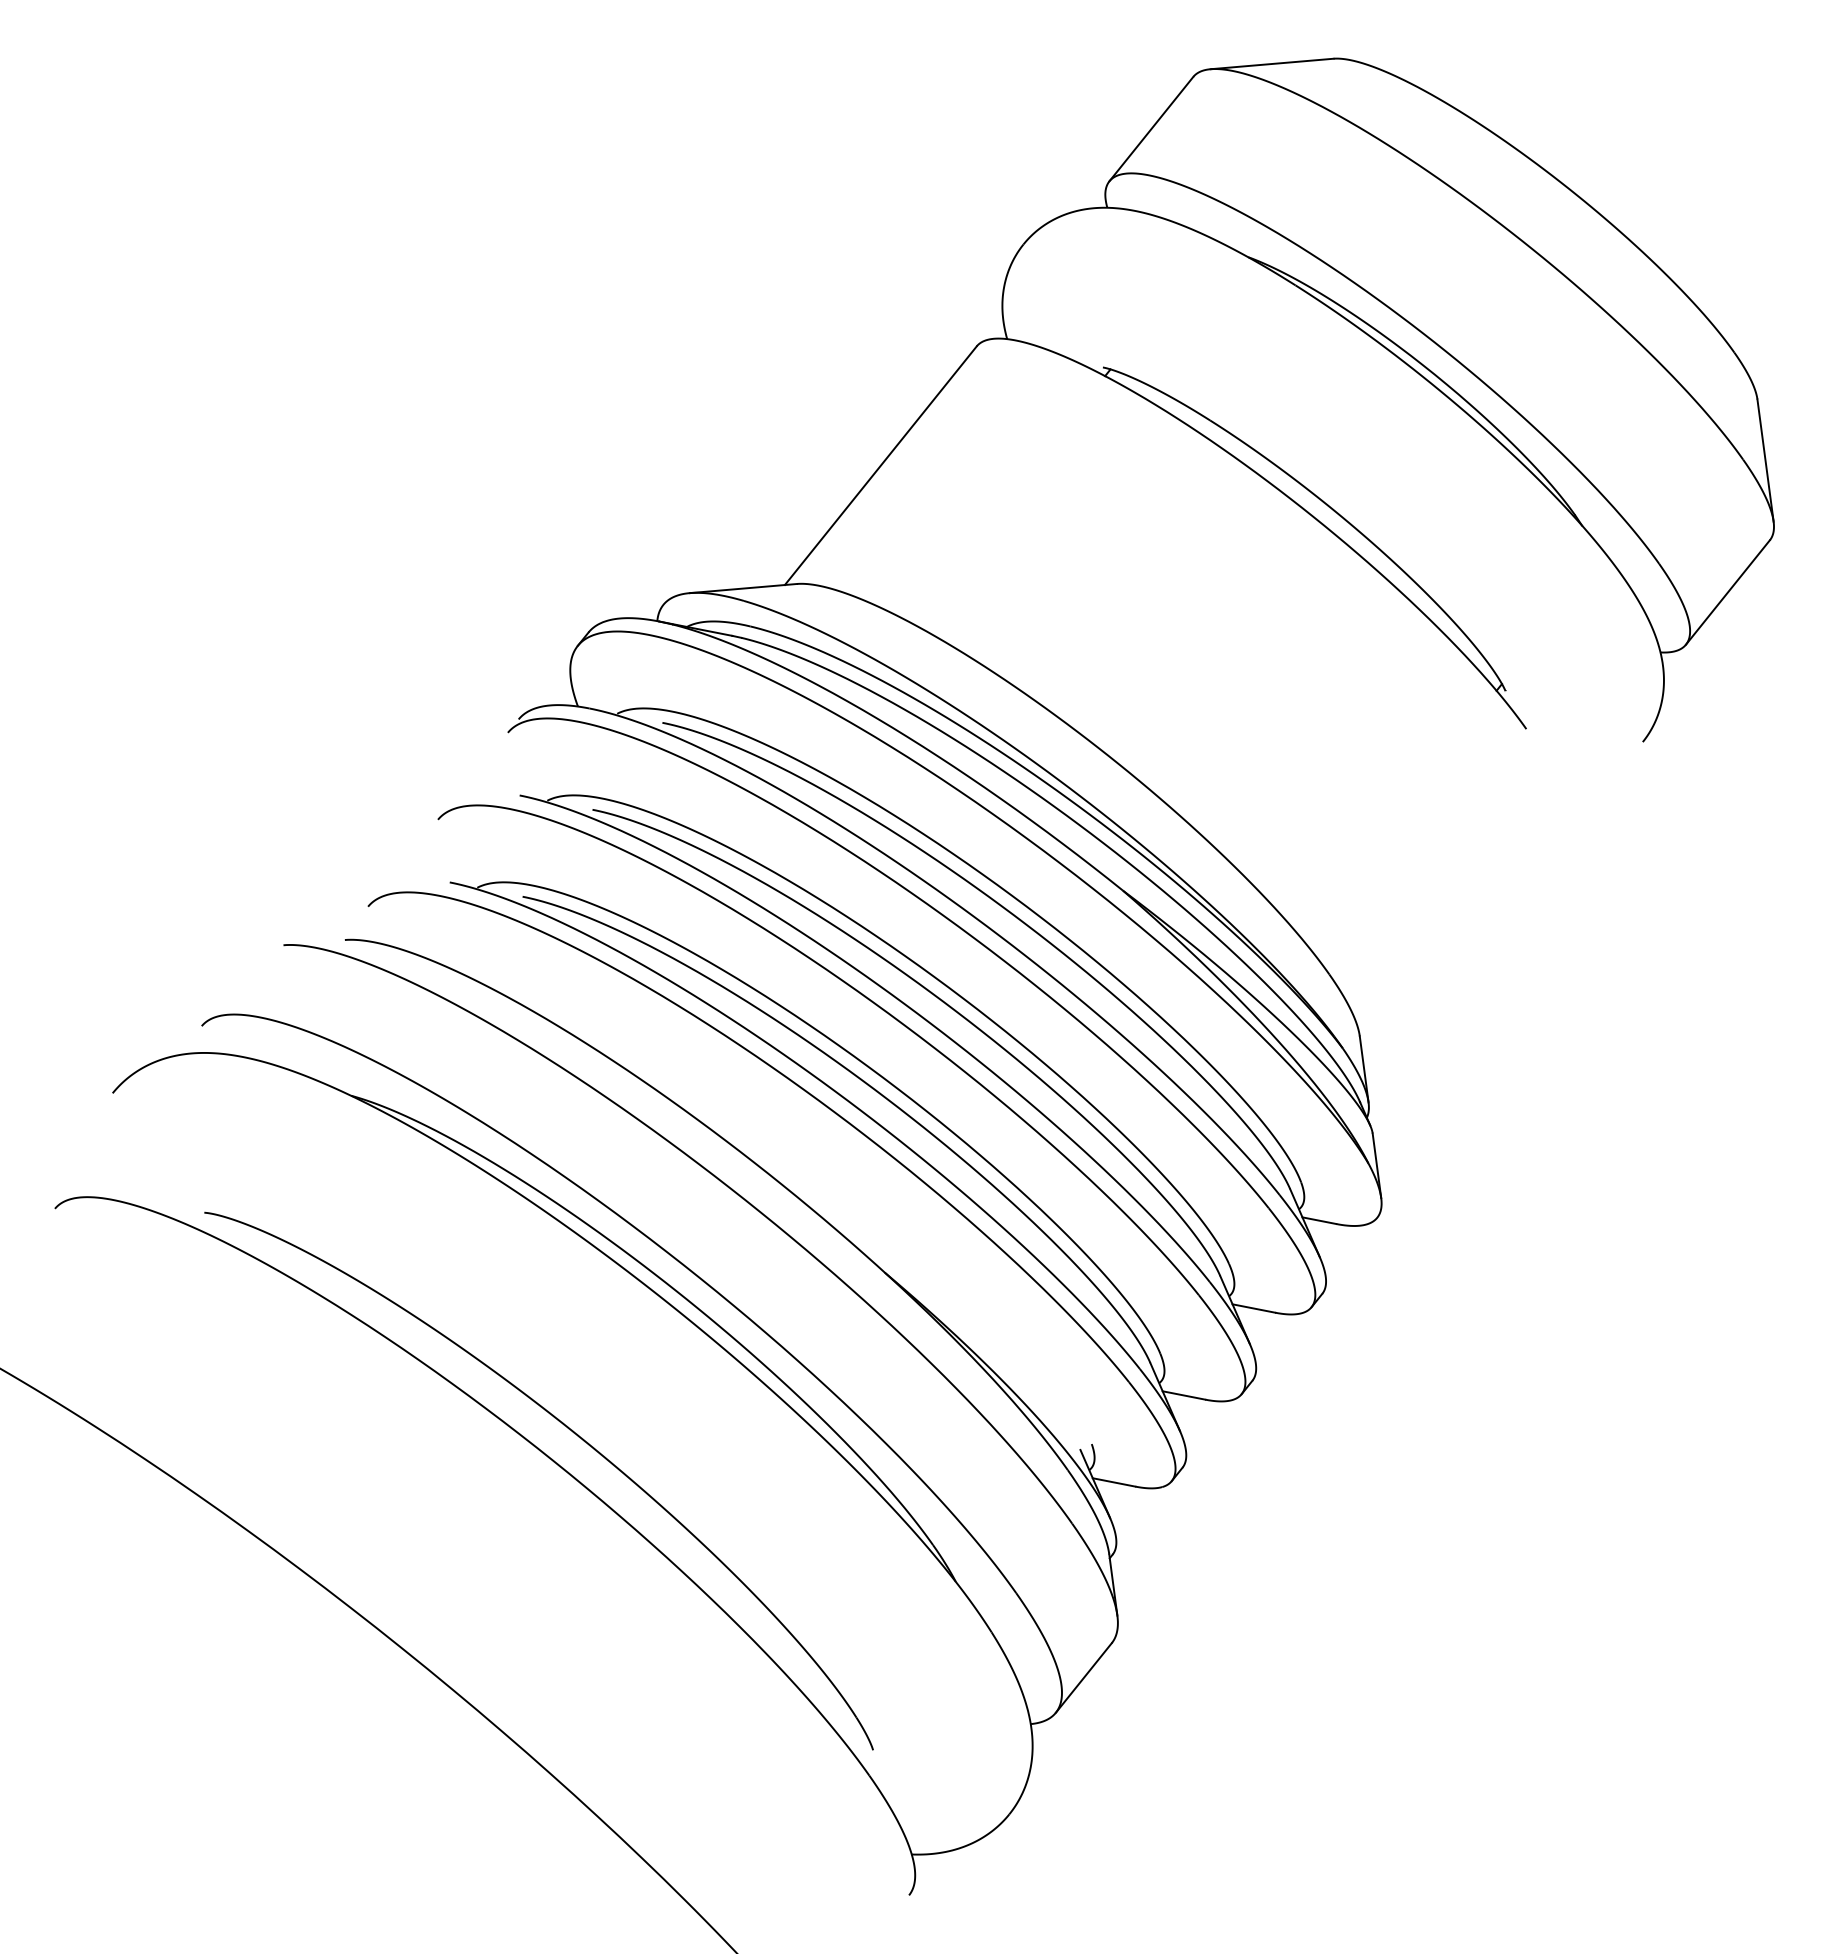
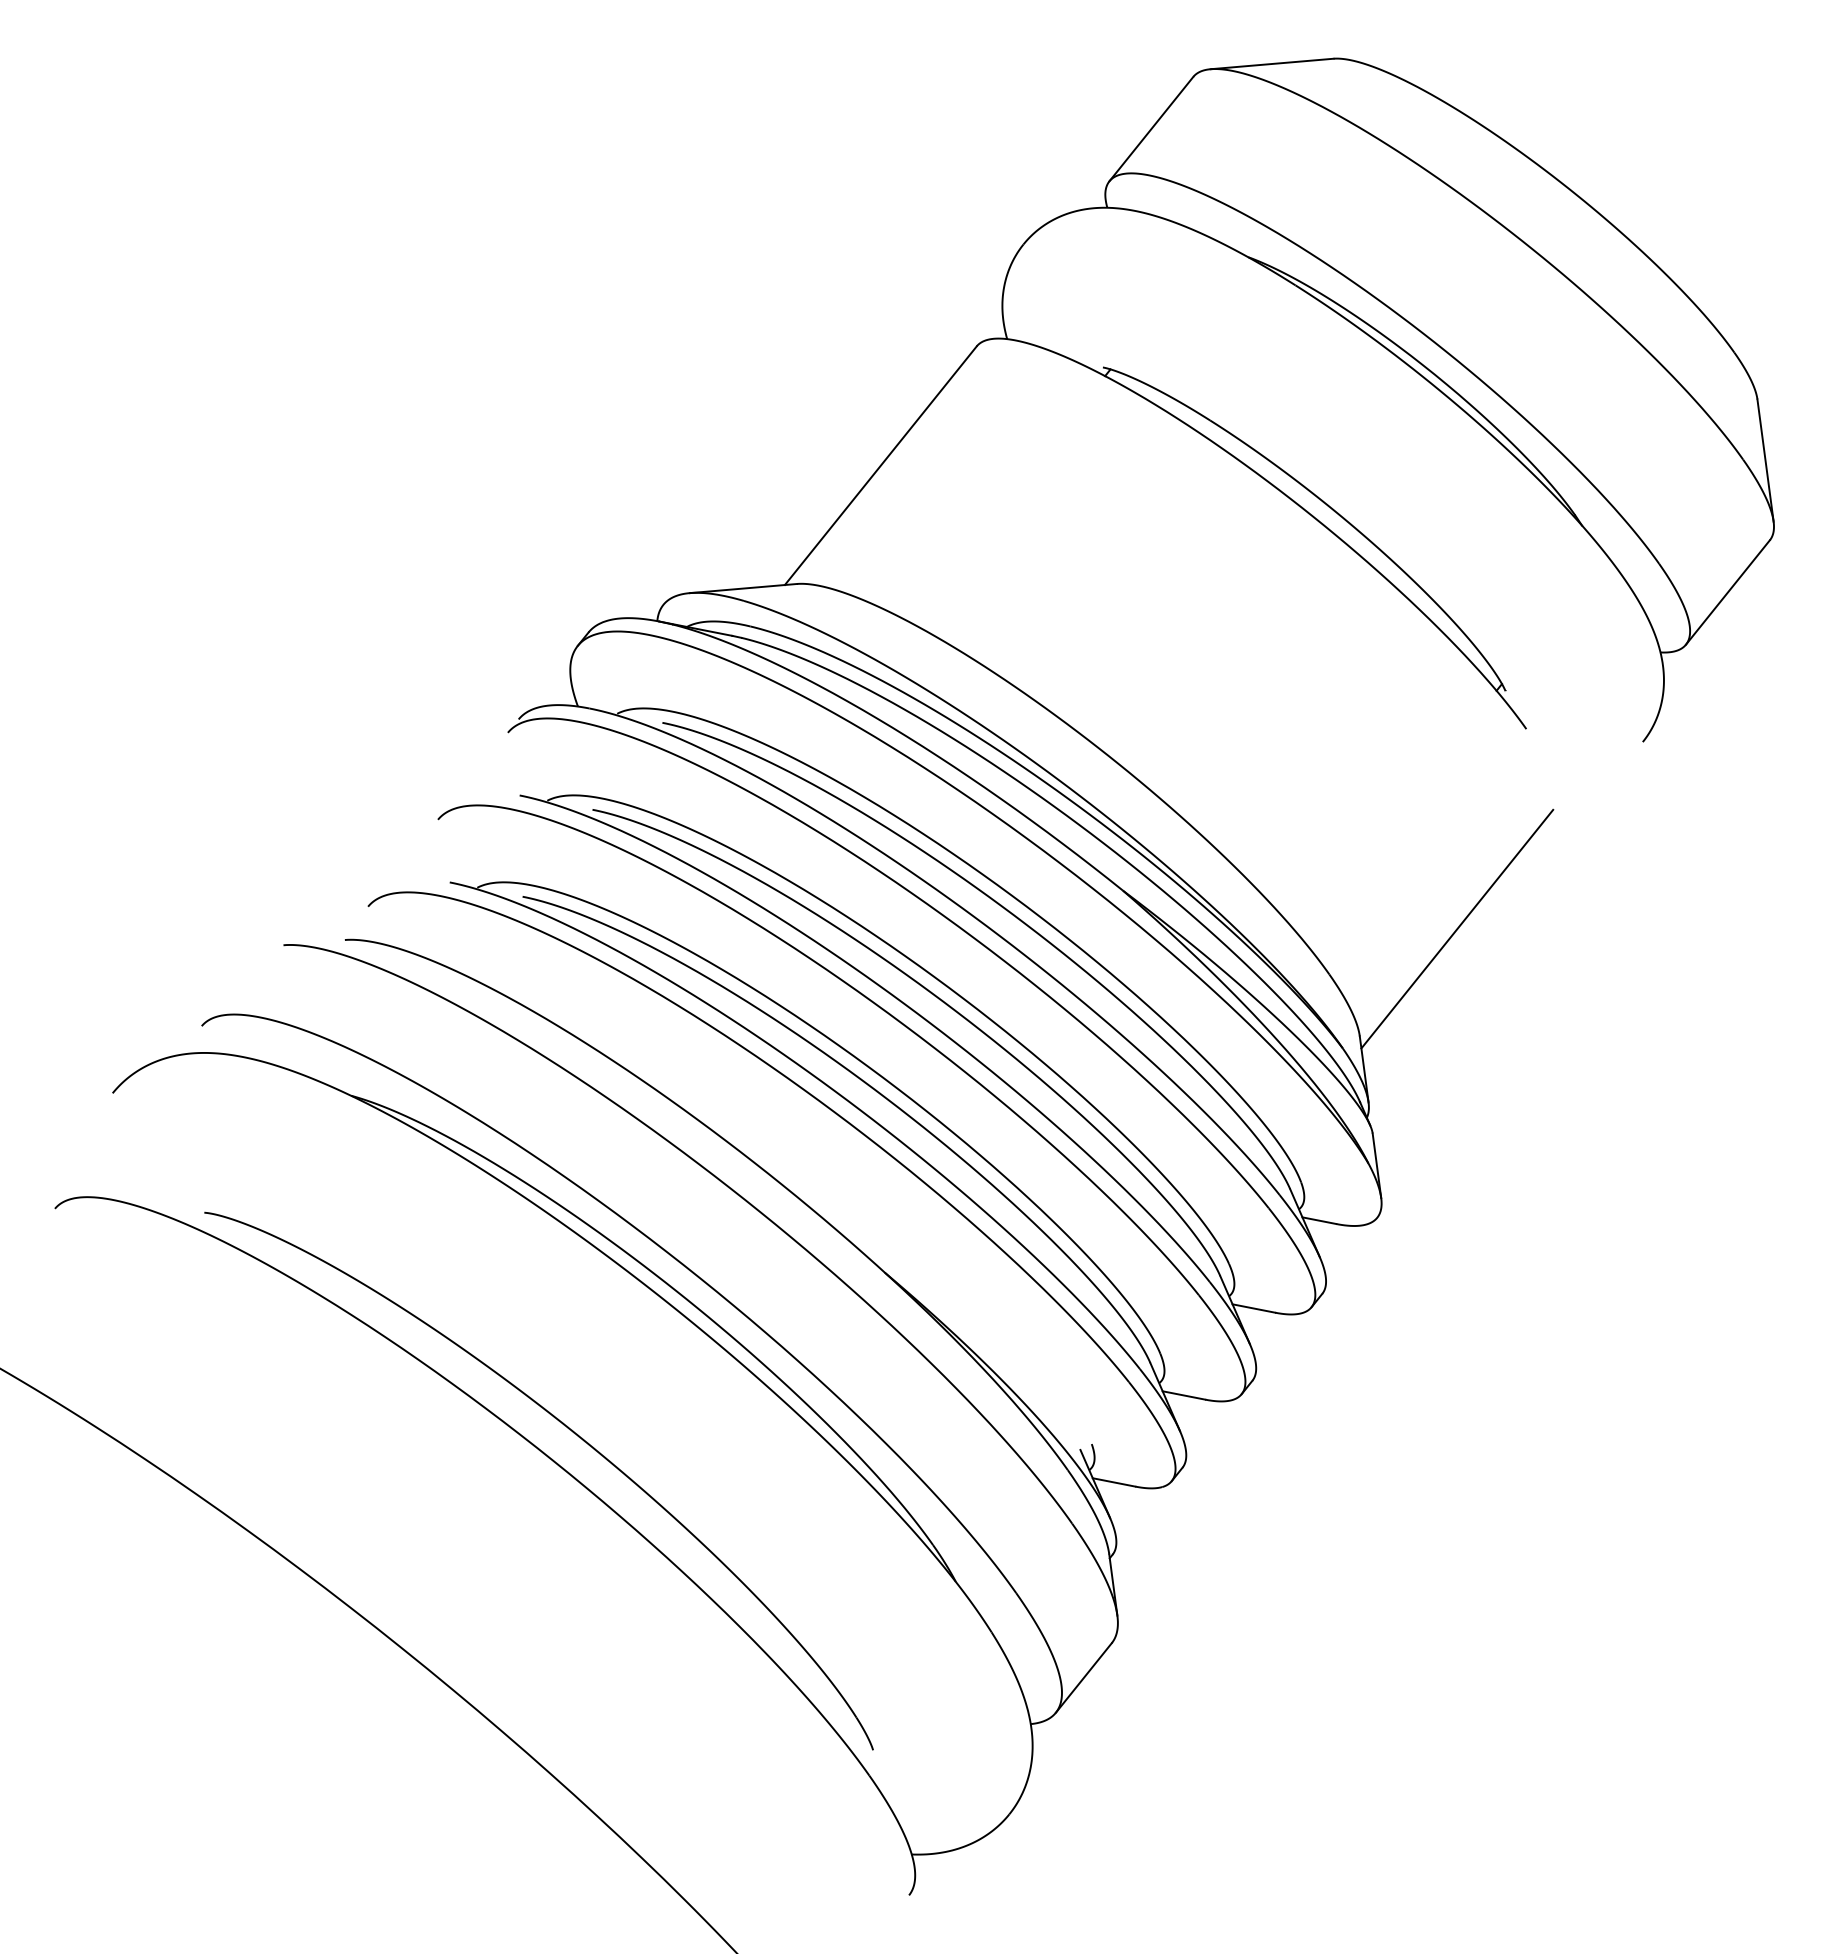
line at (1457, 928): none -> present
